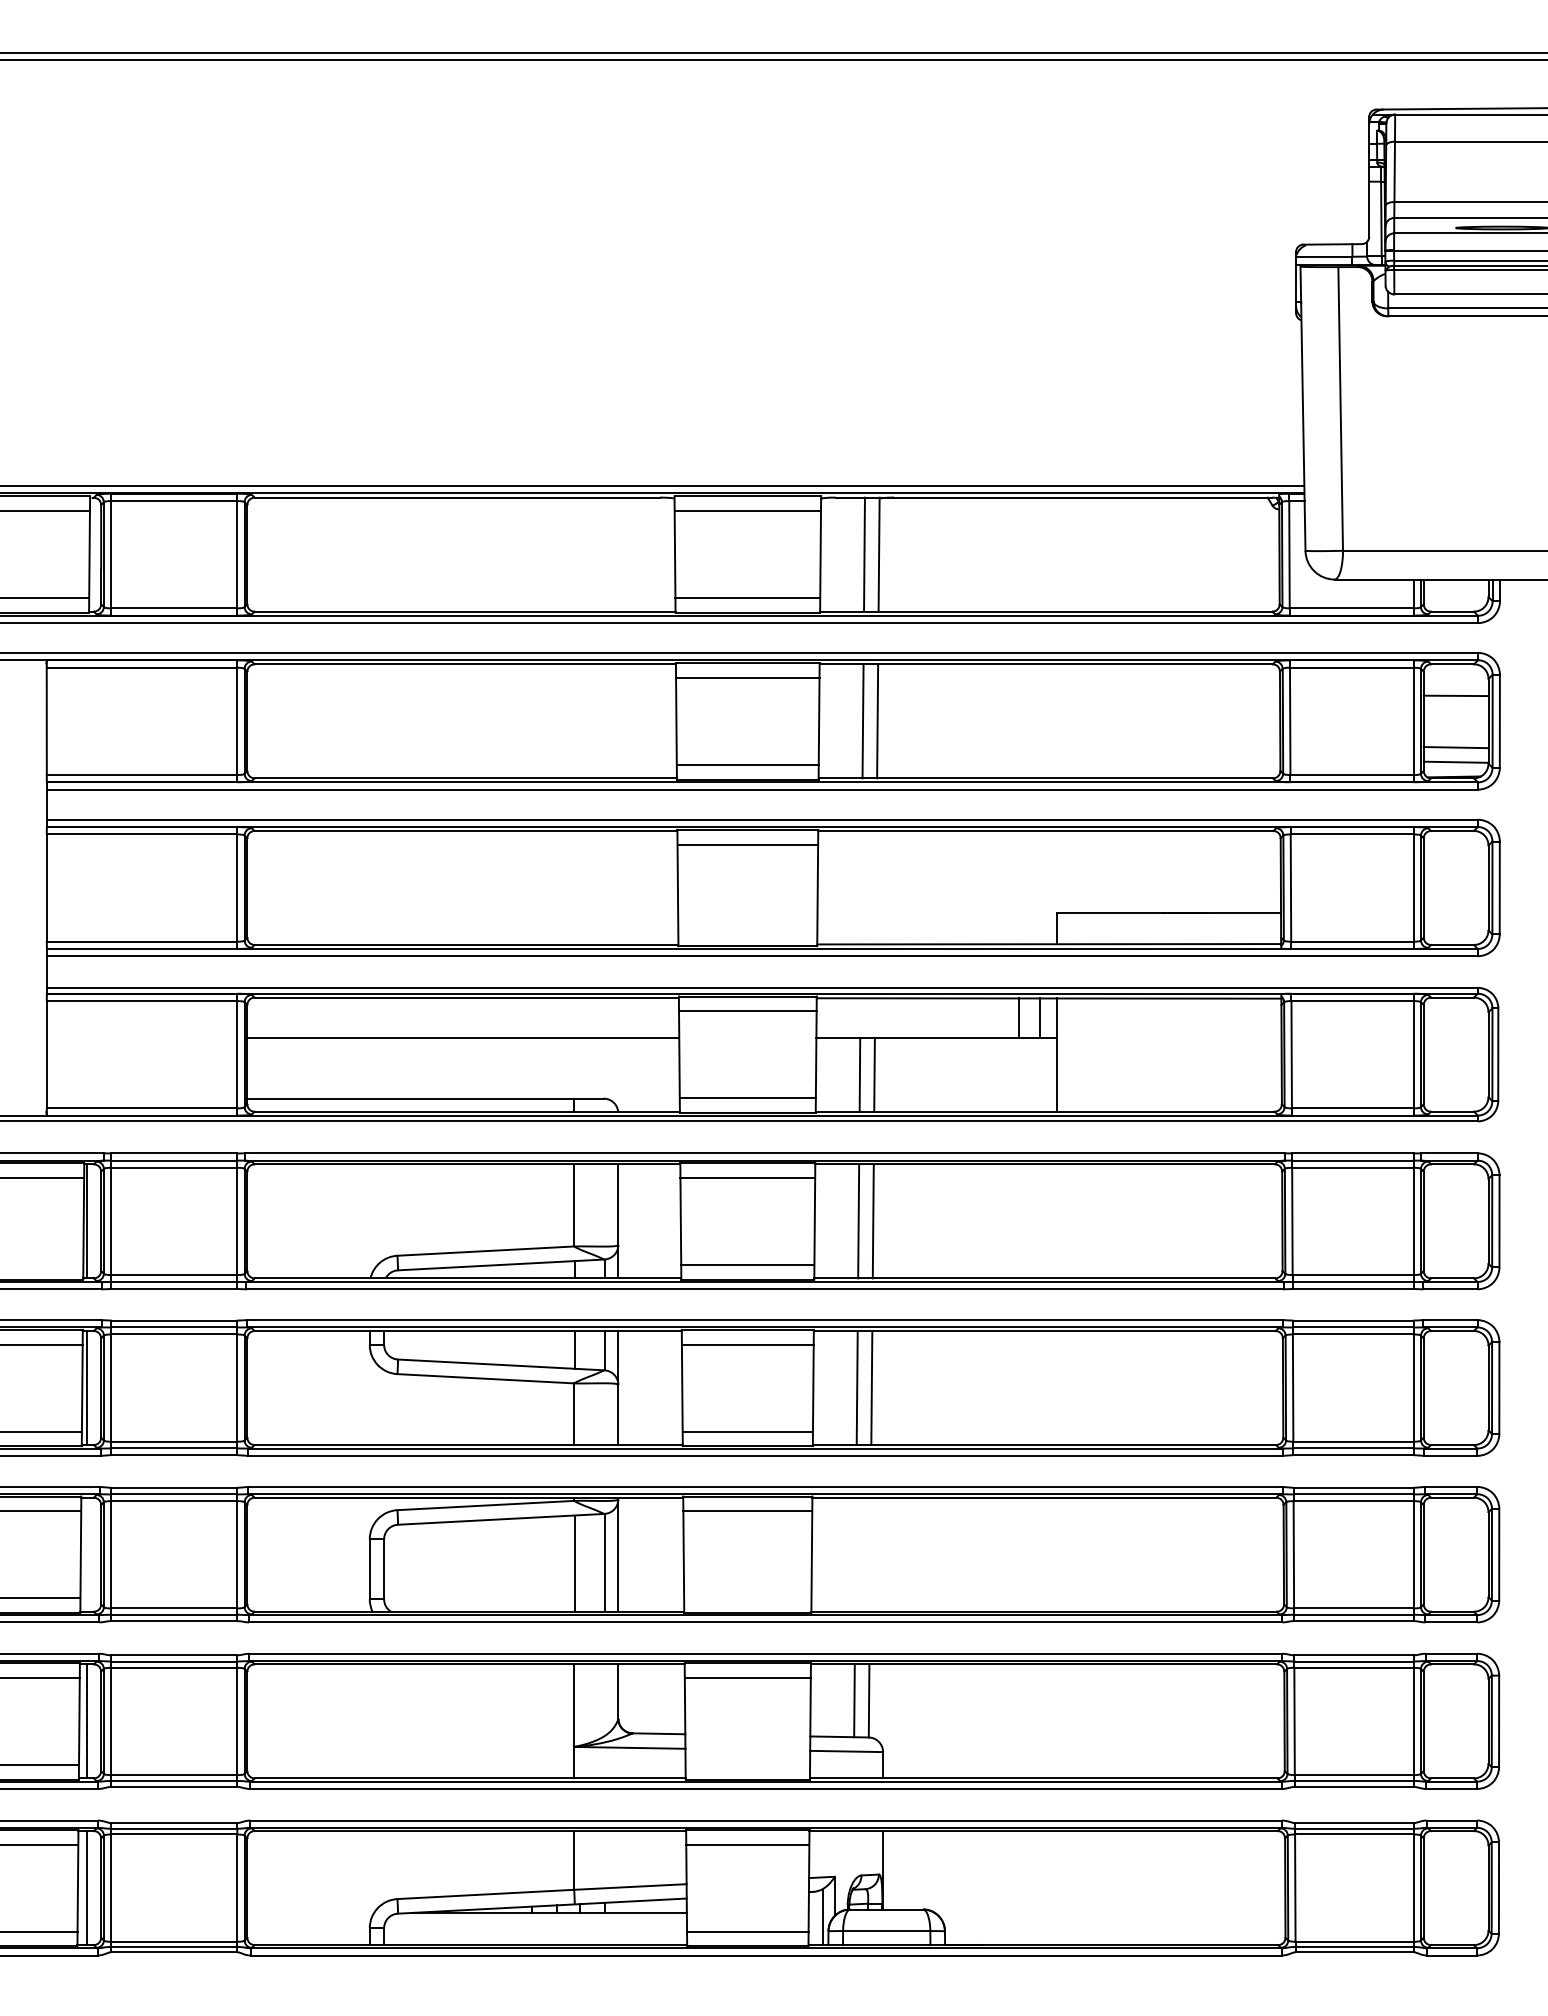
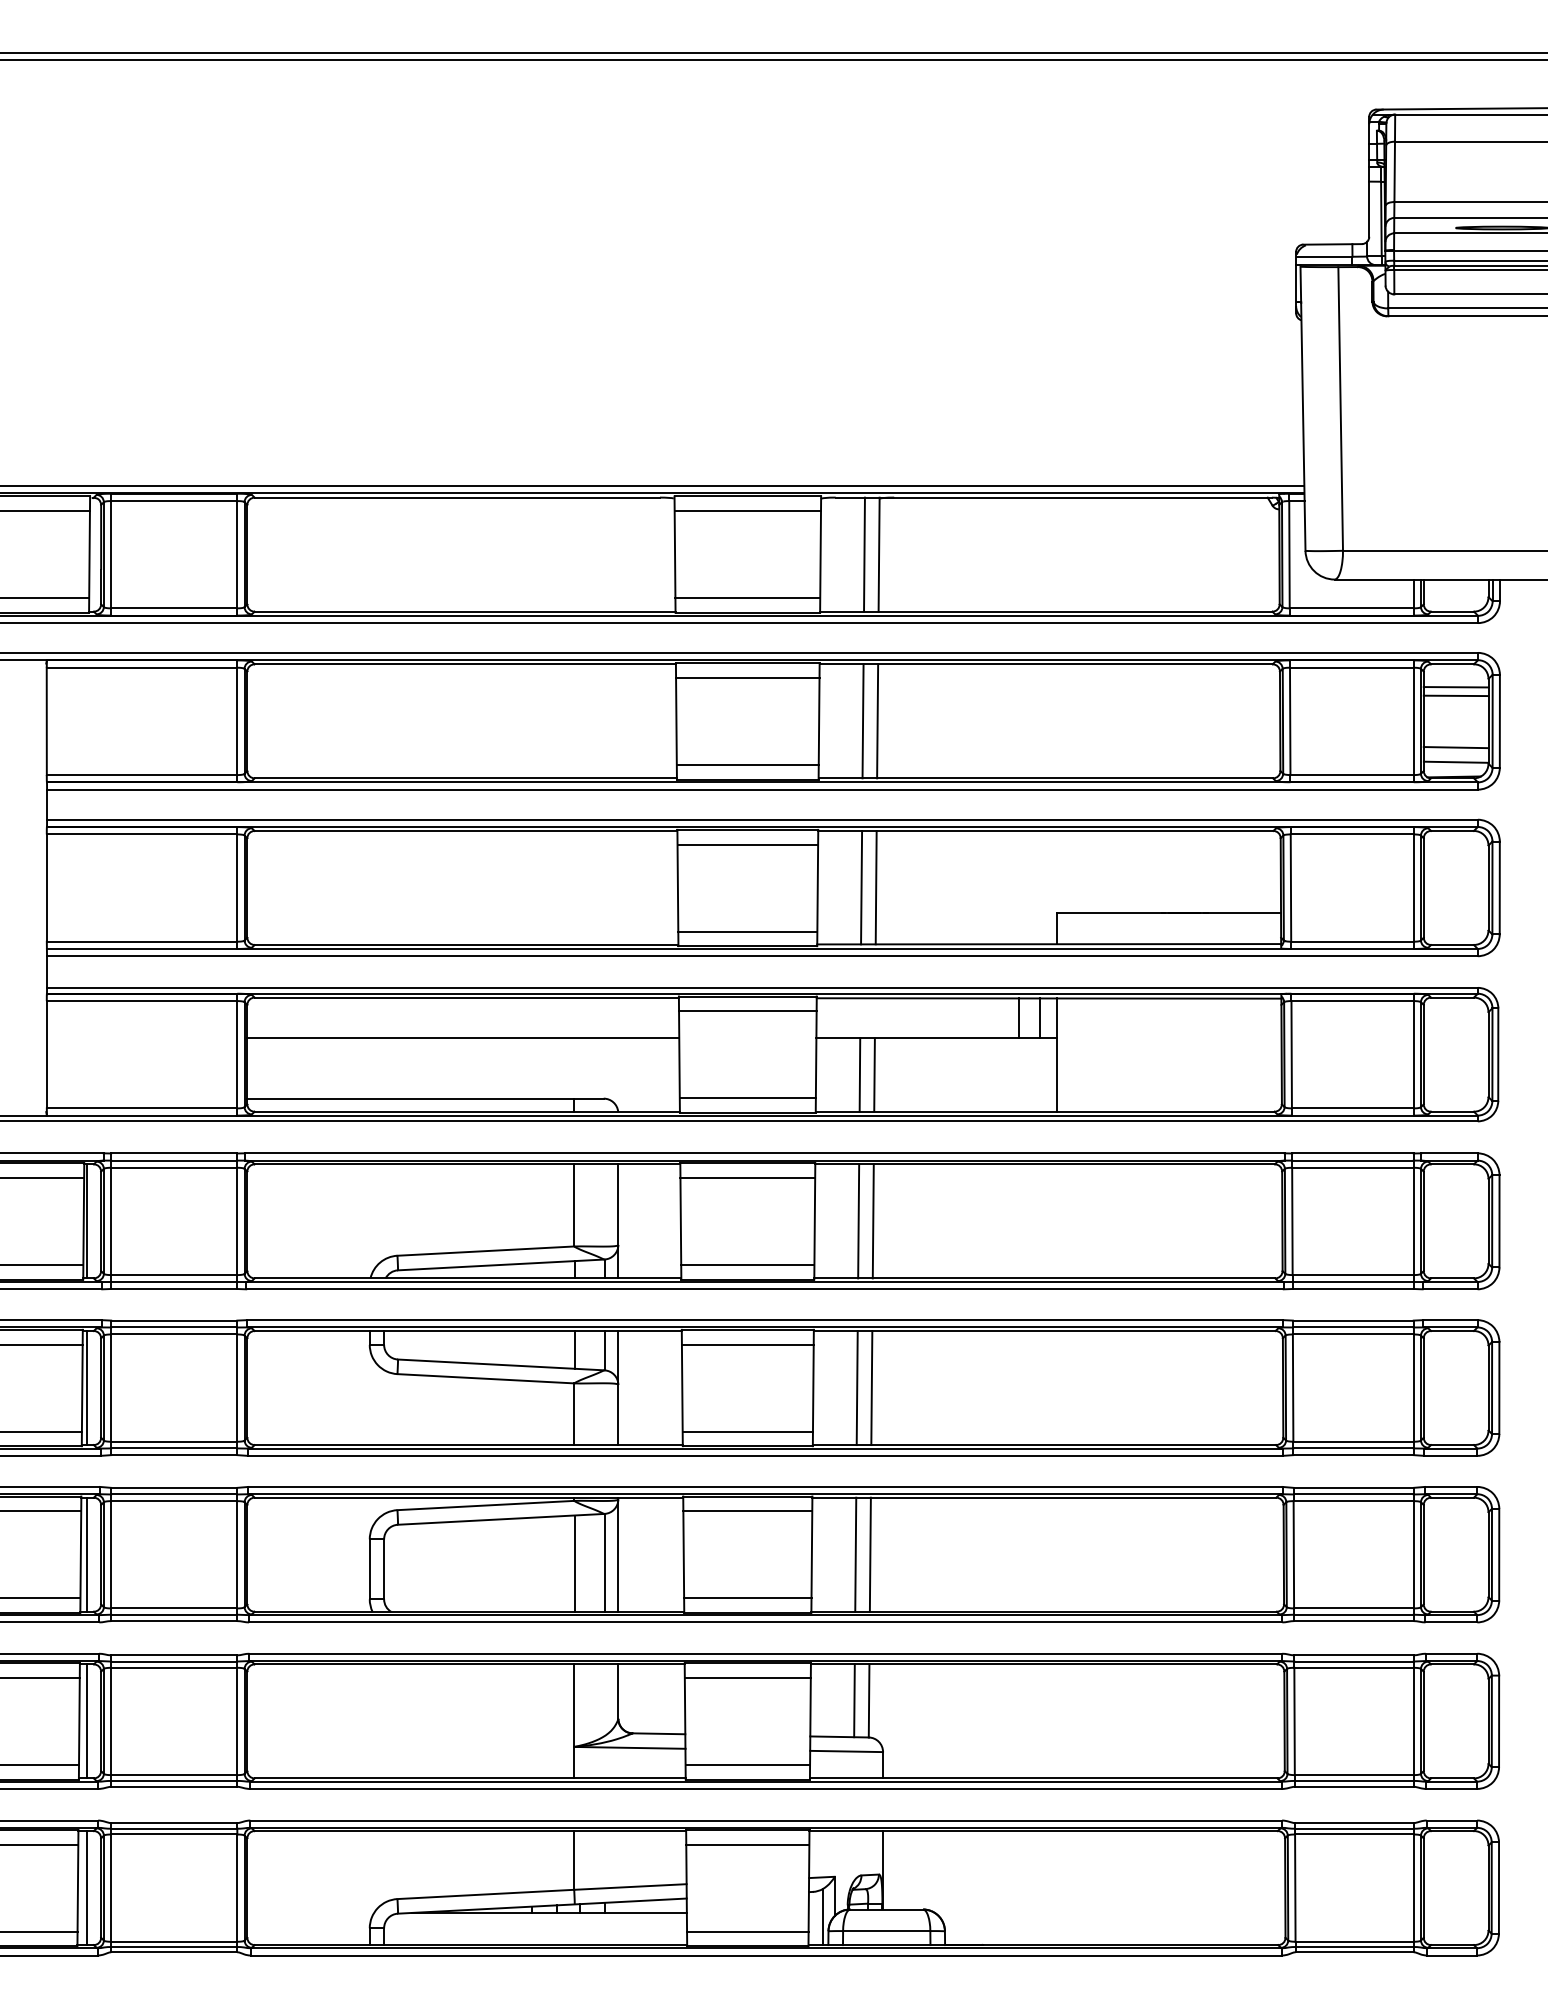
line at (1455, 687): none -> present
line at (861, 887): none -> present
line at (875, 887): none -> present
line at (747, 931): none -> present
line at (42, 1265): none -> present
line at (87, 1554): none -> present
line at (855, 1554): none -> present
line at (869, 1554): none -> present
line at (747, 1598): none -> present
line at (747, 1765): none -> present
